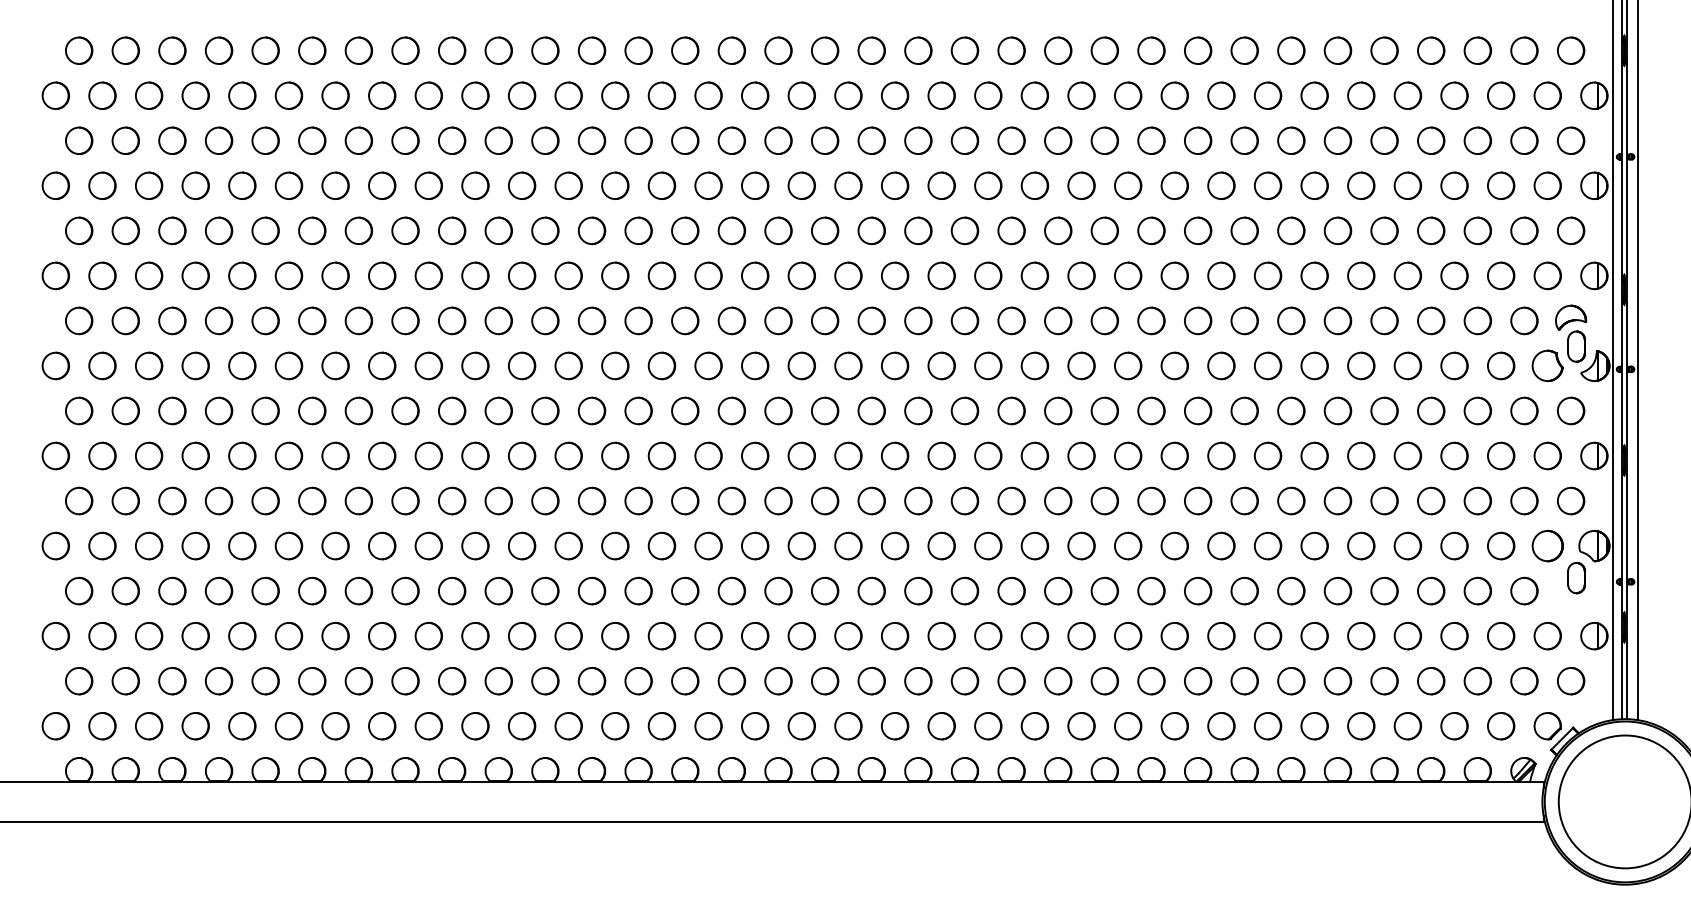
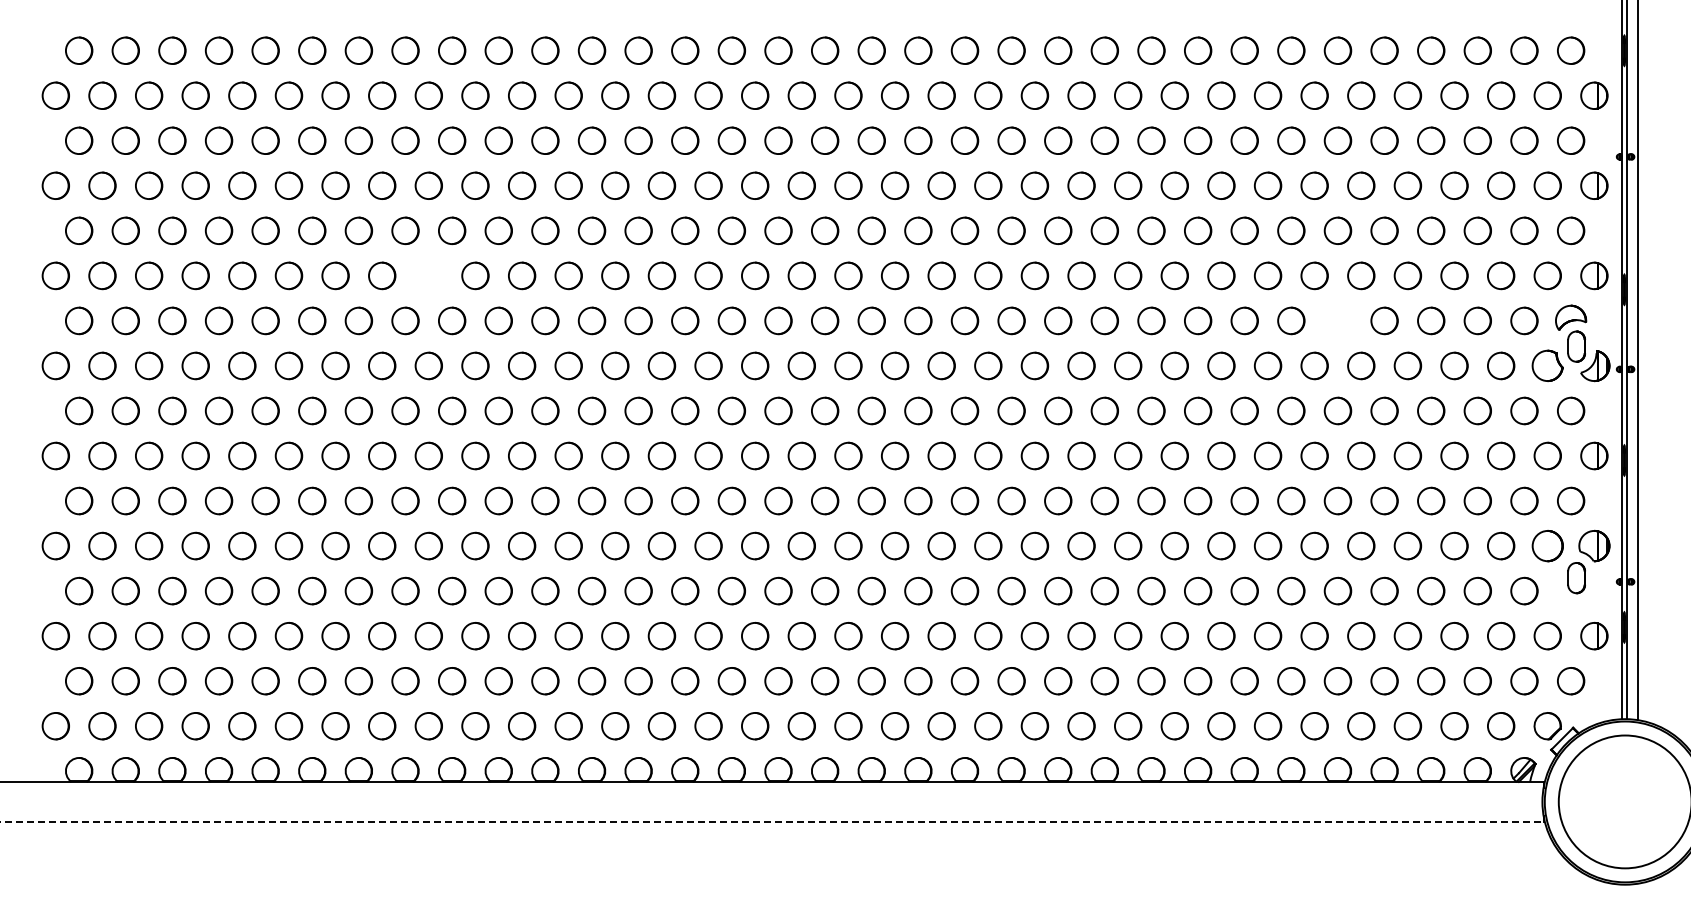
part at (428, 275): present -> none
part at (1337, 320): present -> none
line at (1613, 361): present -> none
line at (772, 821): solid -> dashed
